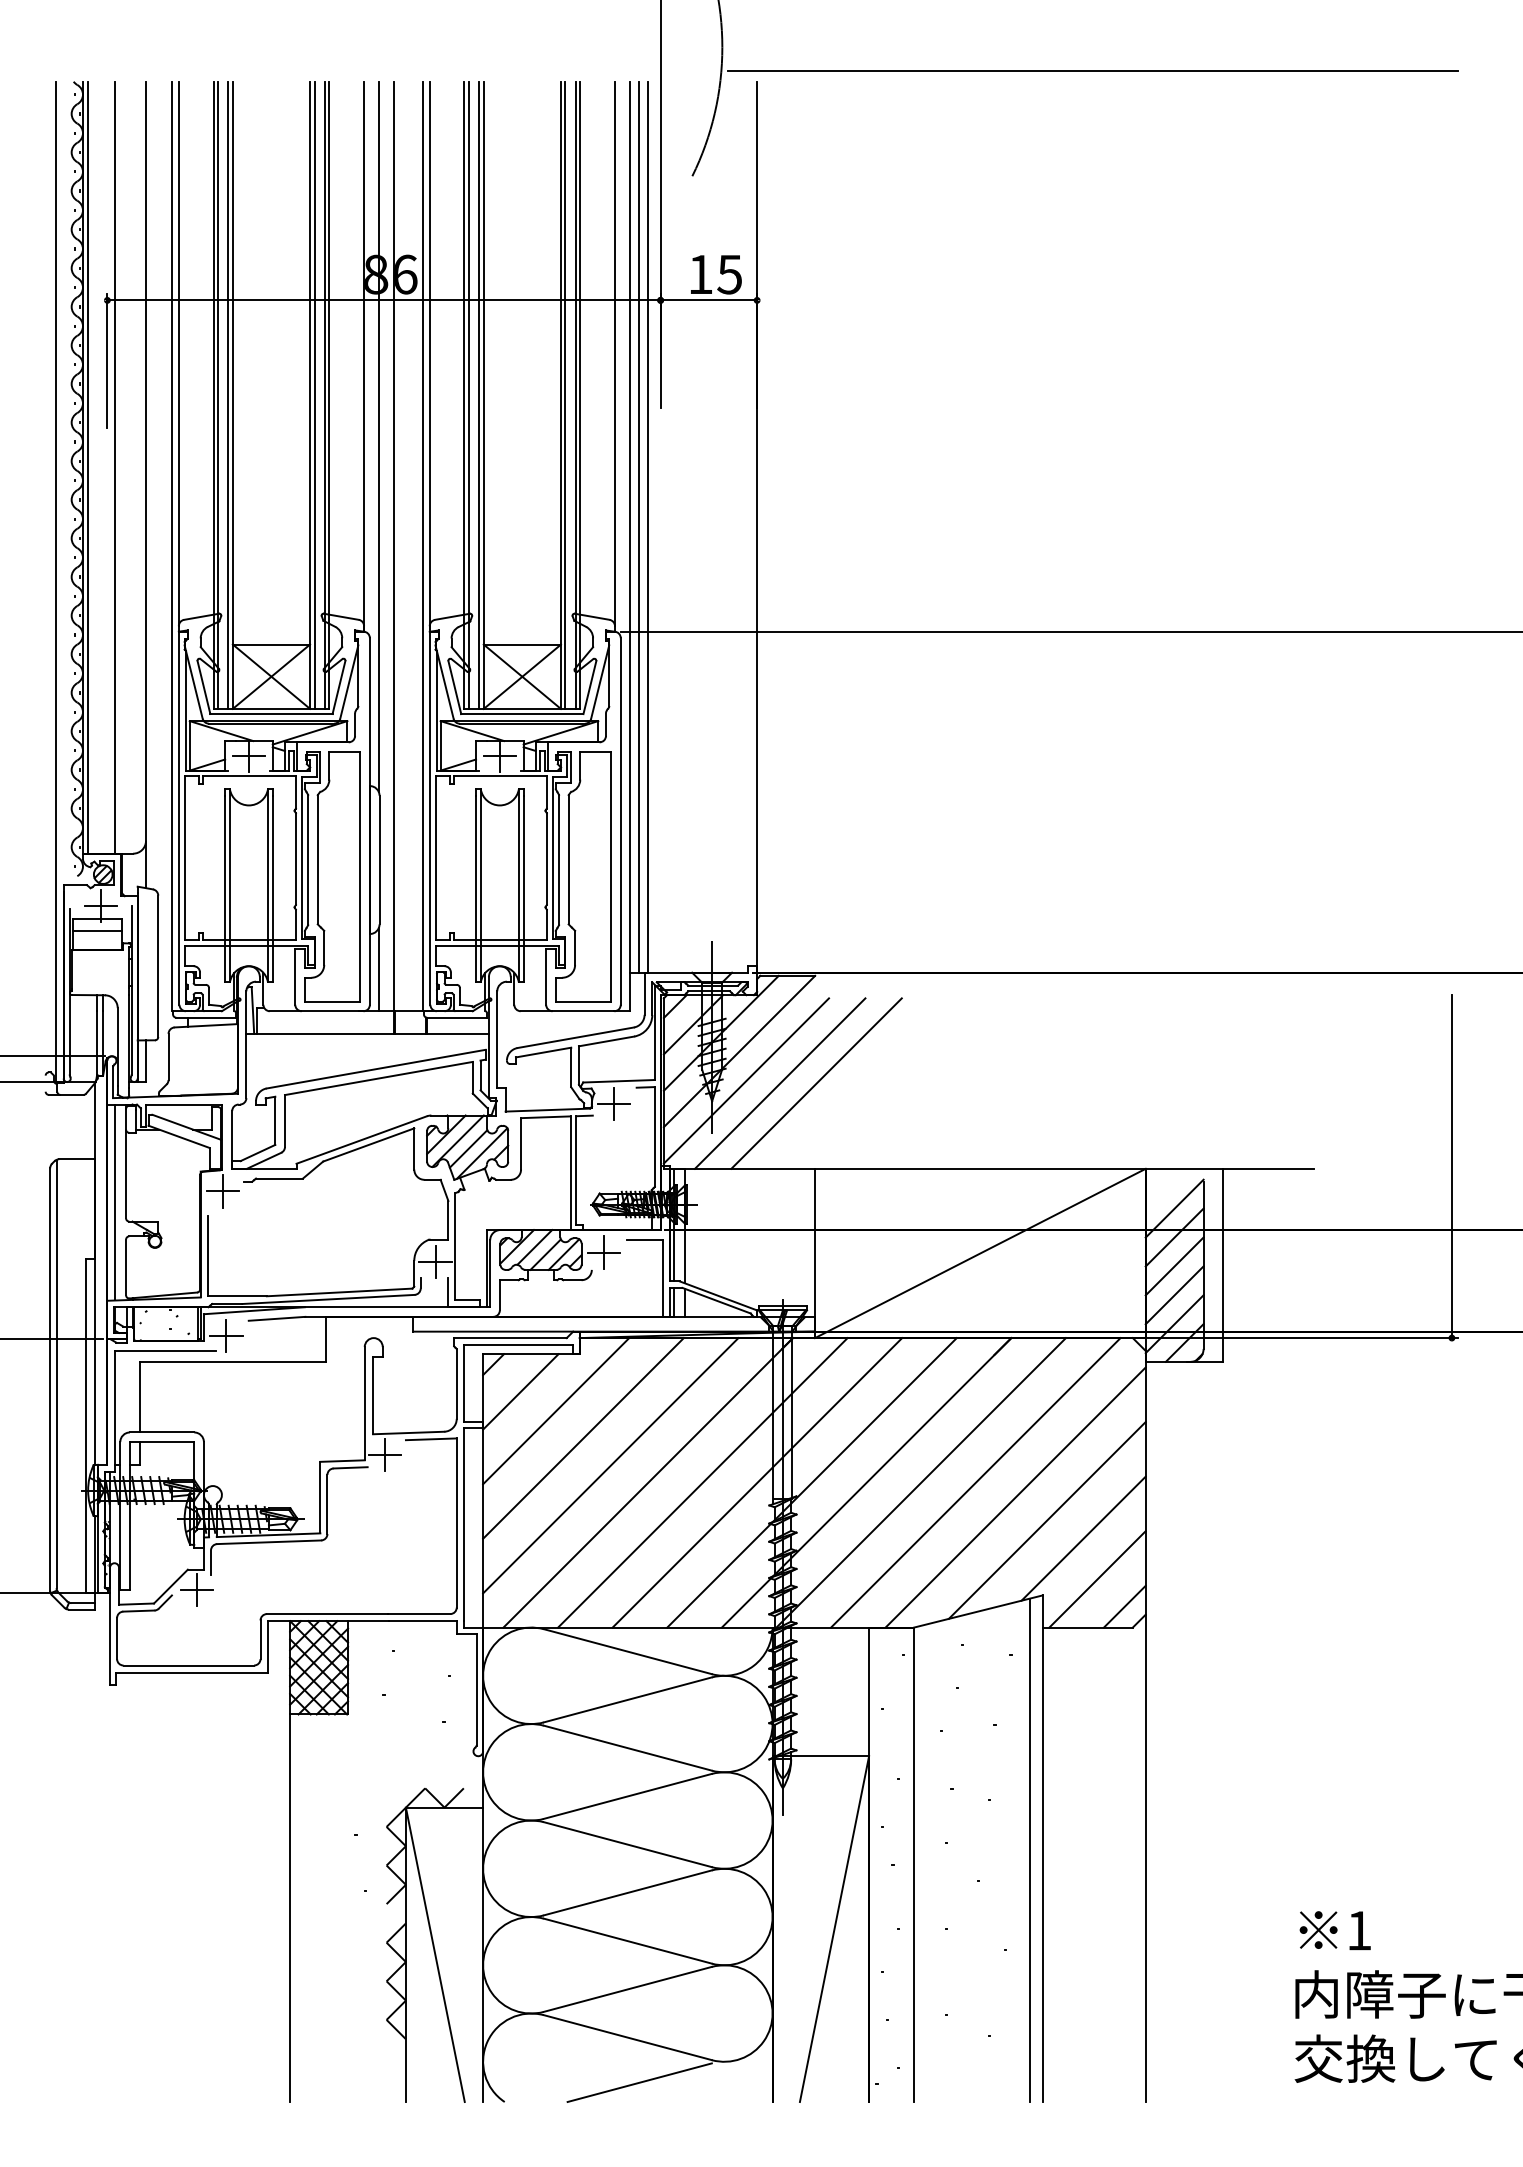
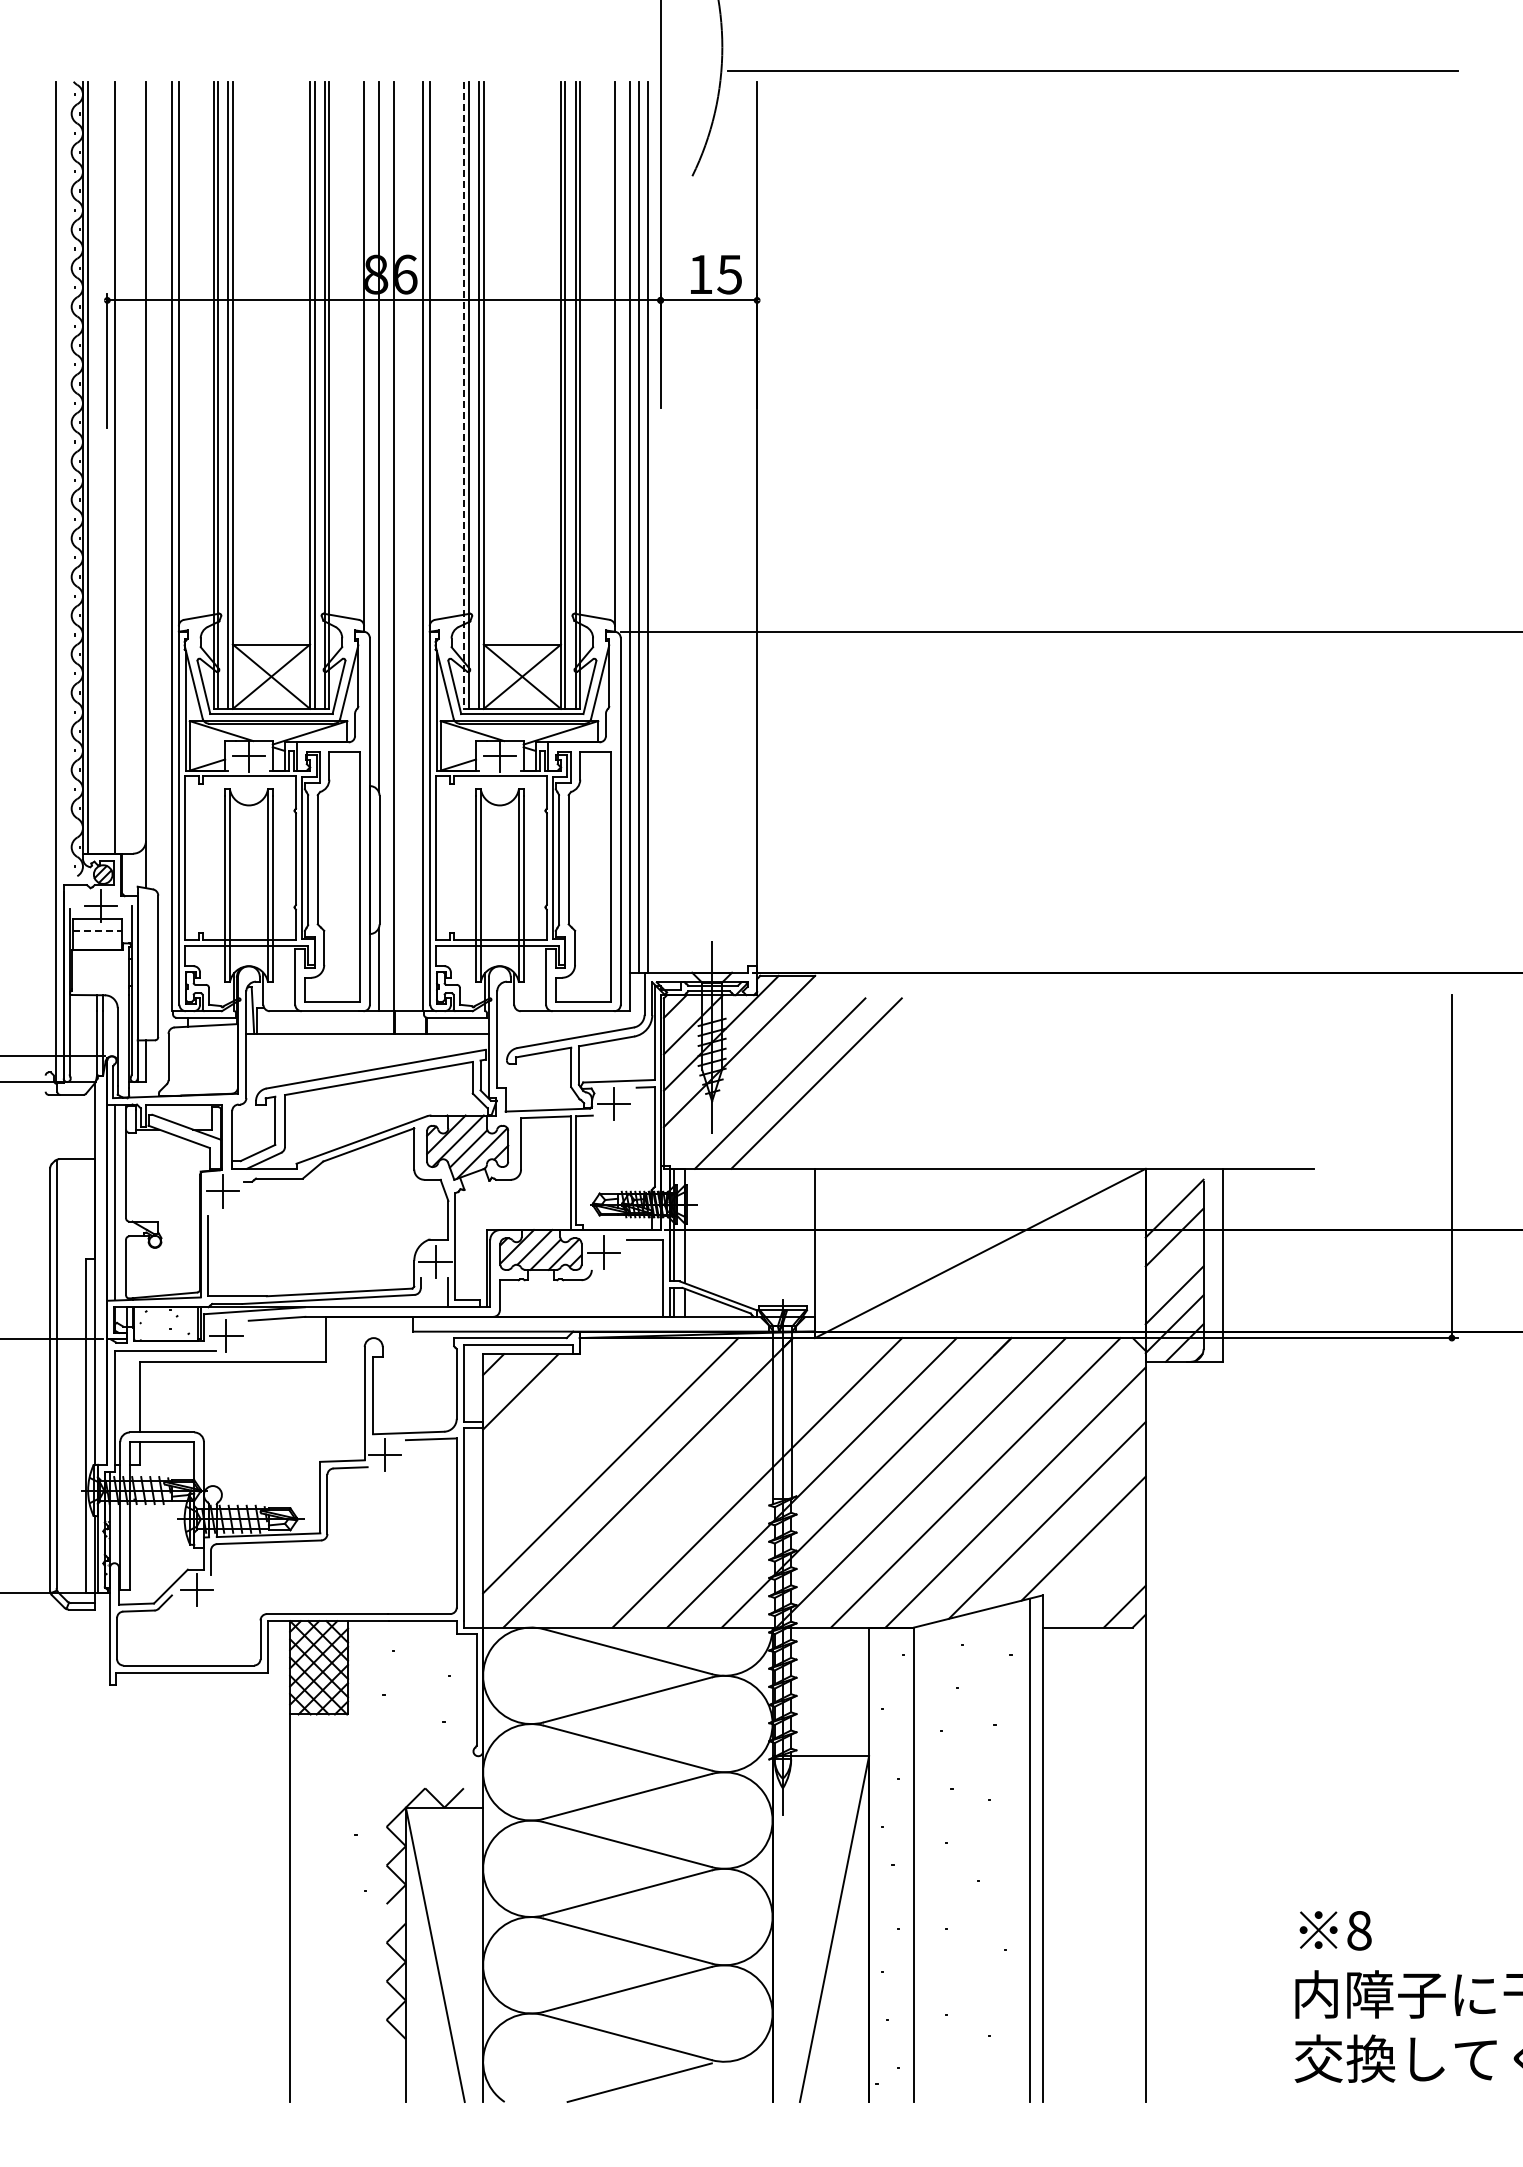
line at (464, 395): solid -> dashed
line at (97, 930): solid -> dashed
line at (746, 1080): present -> none
line at (1174, 1266): present -> none
line at (556, 1411): present -> none
line at (583, 1438): present -> none
line at (702, 1482): present -> none
line at (1097, 1579): present -> none
text at (1359, 1930): 1 -> 8
